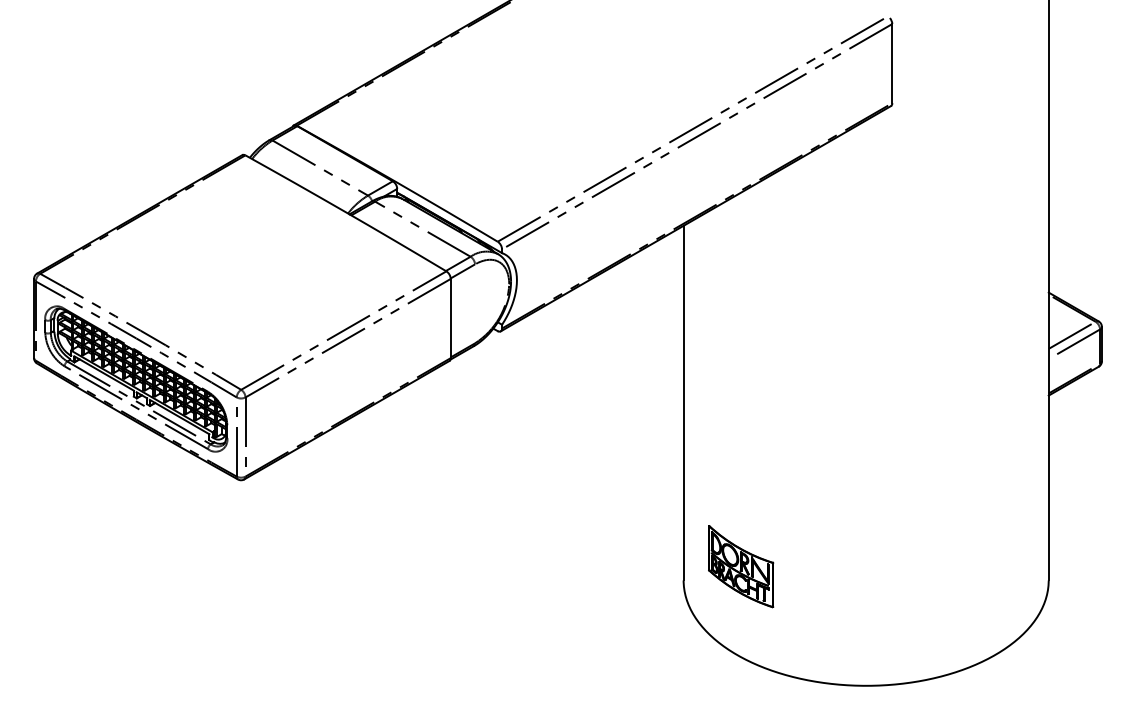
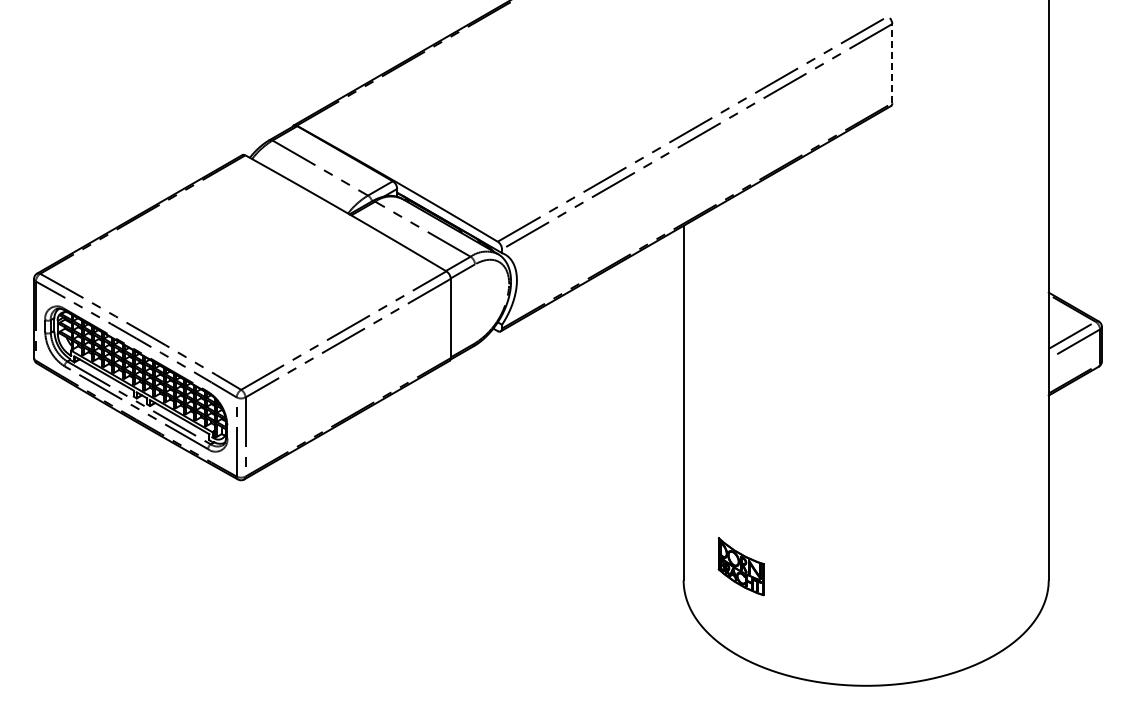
line at (892, 63): solid -> dashed
part at (741, 566) size: 67x84 px -> 48x60 px
